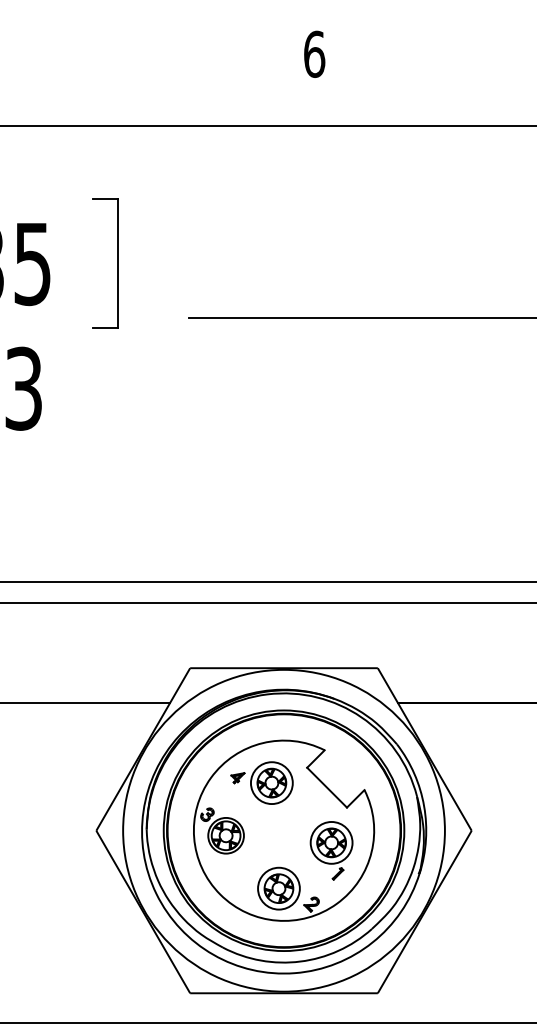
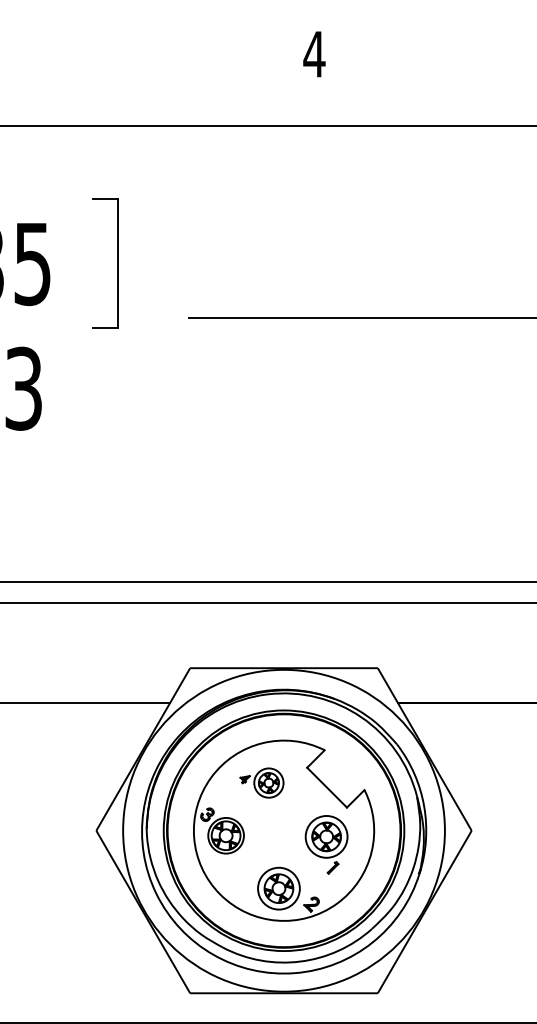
text at (314, 53): 6 -> 4
part at (261, 782) size: 64x44 px -> 46x32 px
part at (331, 850) position: (331, 850) -> (326, 844)
